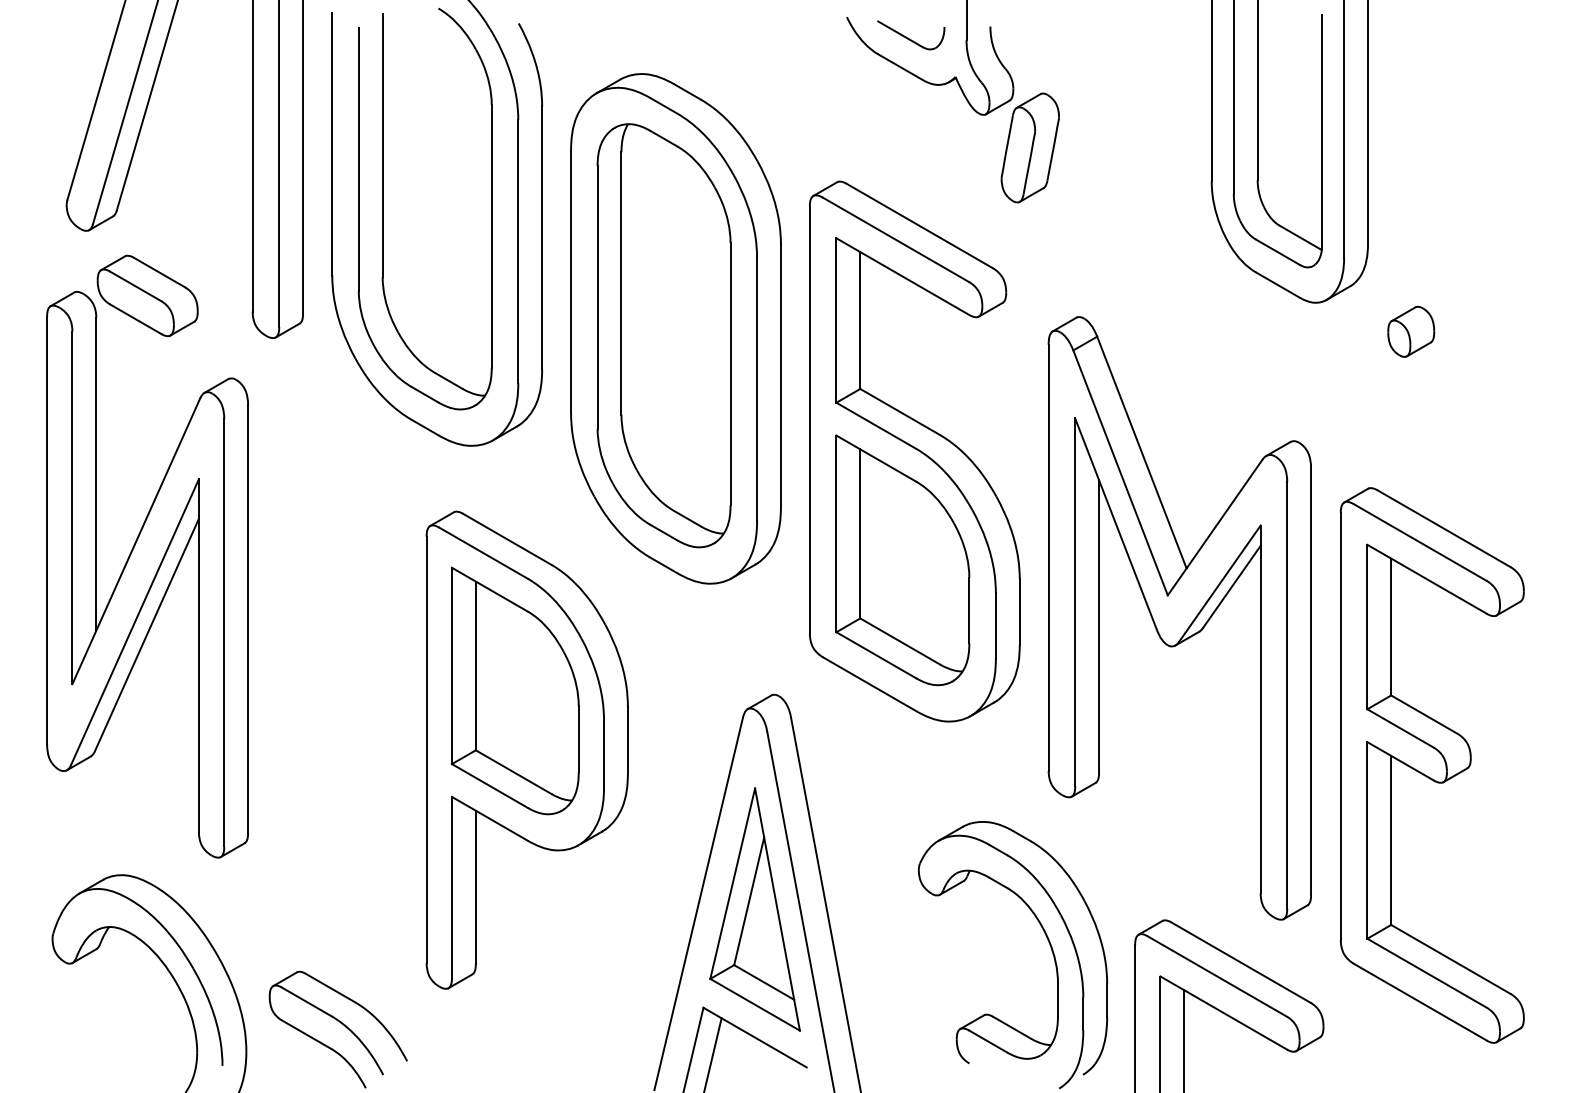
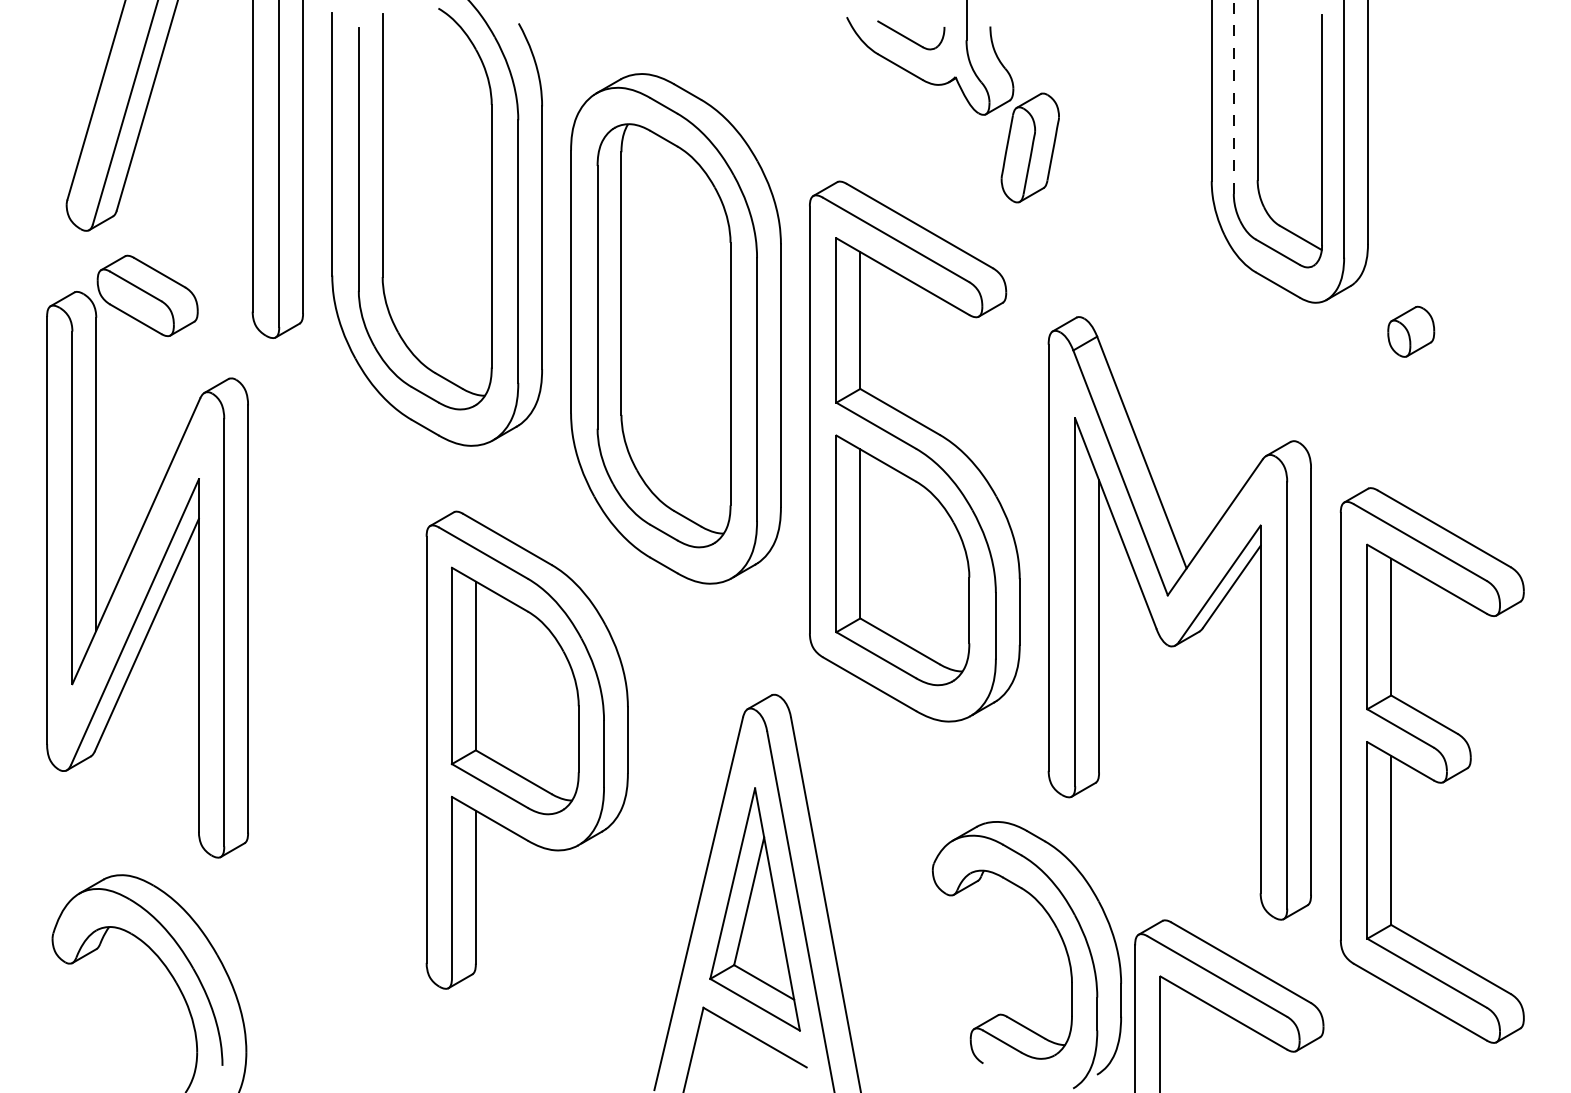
line at (1233, 96): solid -> dashed
part at (1047, 940) position: (1047, 940) -> (1061, 940)
part at (341, 1024): present -> none
line at (1184, 1039): present -> none
line at (712, 1053): present -> none
